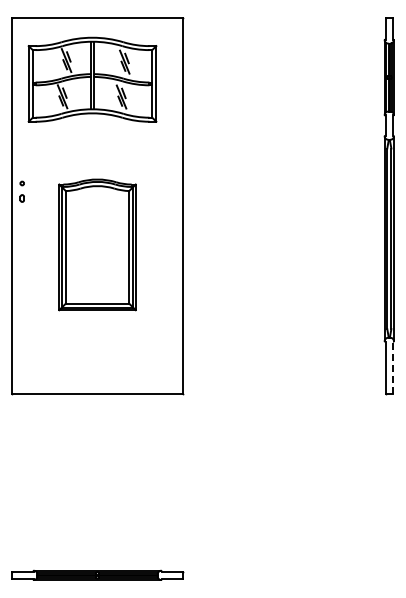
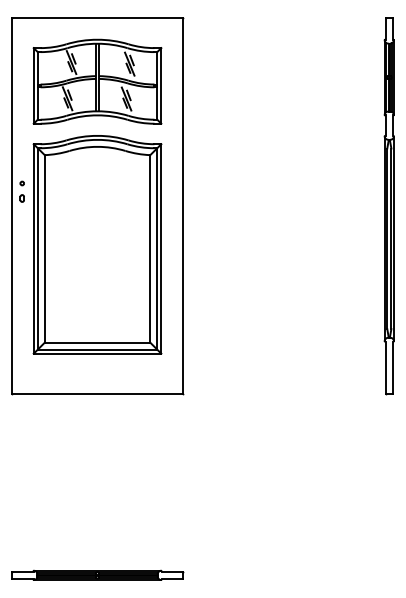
part at (92, 79) position: (92, 79) -> (97, 81)
part at (97, 244) size: 79x134 px -> 131x220 px
line at (393, 367): dashed -> solid
